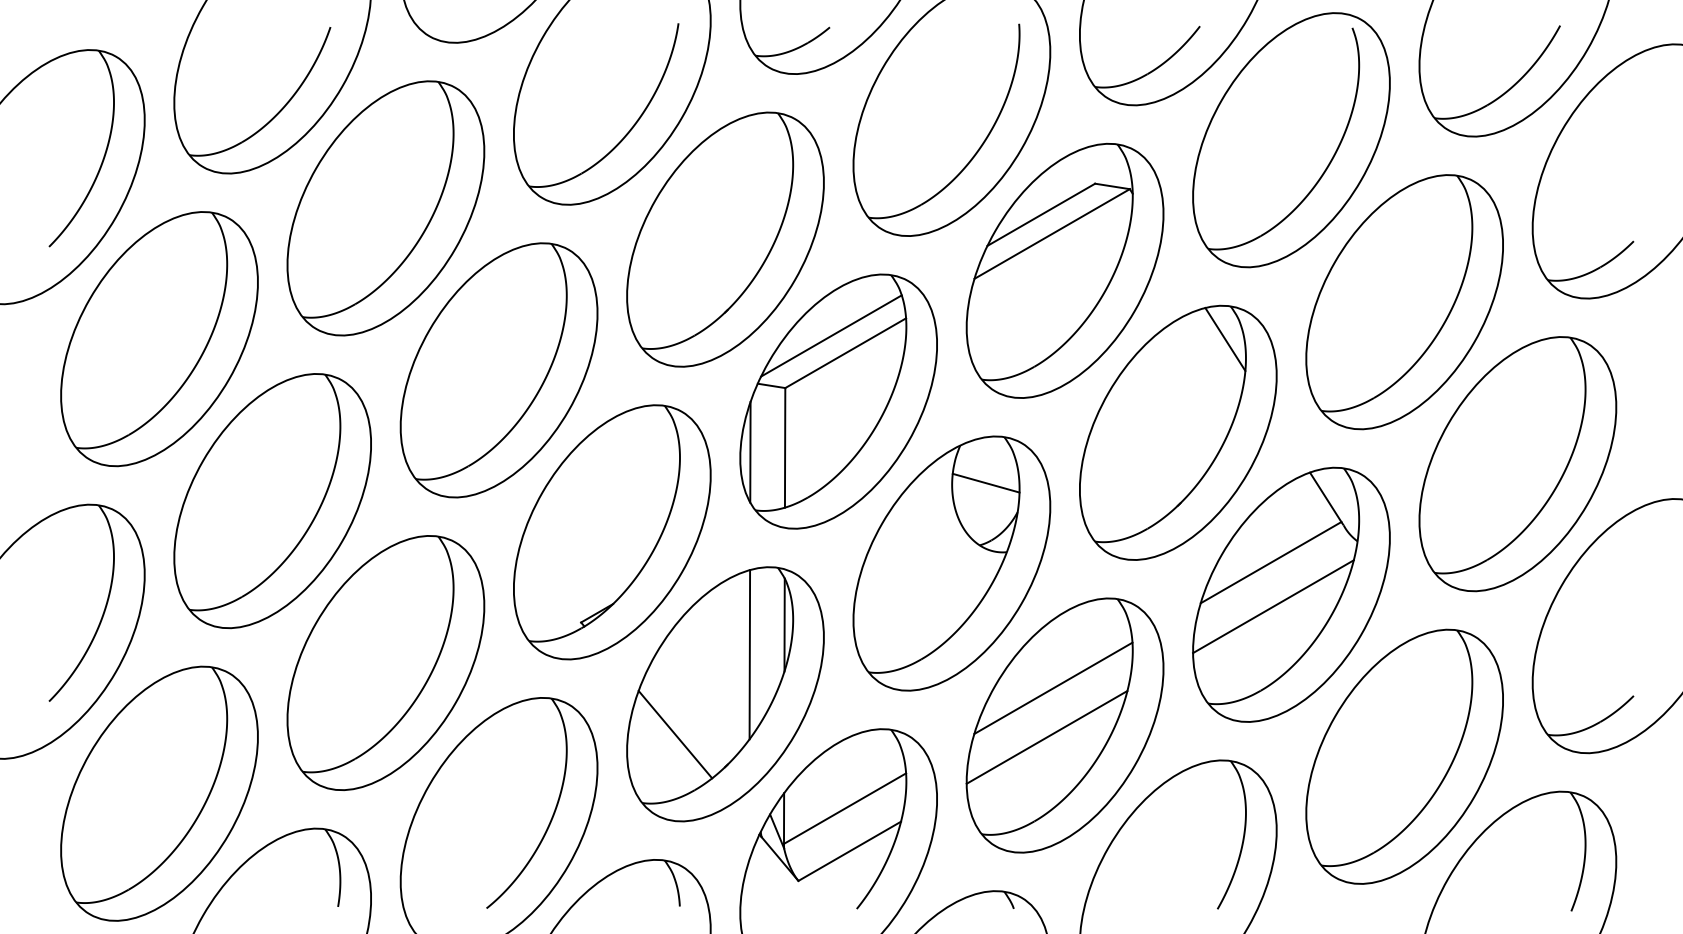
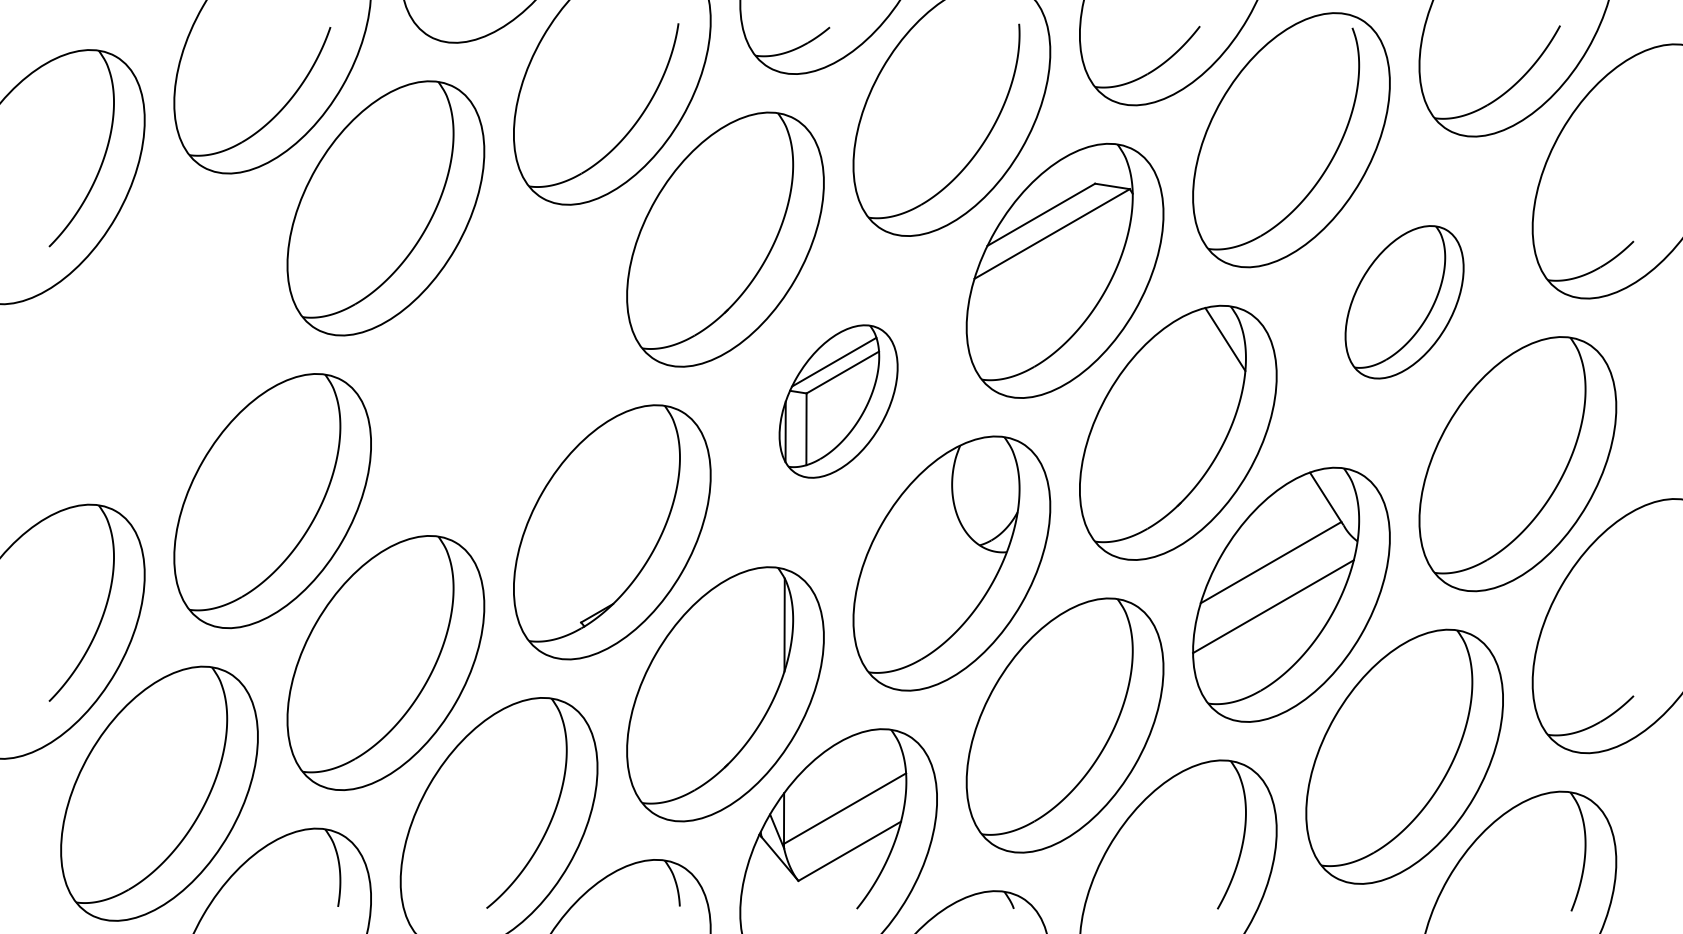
part at (1404, 302) size: 199x257 px -> 121x155 px
part at (159, 339): present -> none
part at (498, 370): present -> none
part at (838, 401) size: 199x257 px -> 121x155 px
line at (985, 482): present -> none
line at (749, 654): present -> none
line at (1053, 687): present -> none
line at (675, 734): present -> none
line at (1046, 736): present -> none
